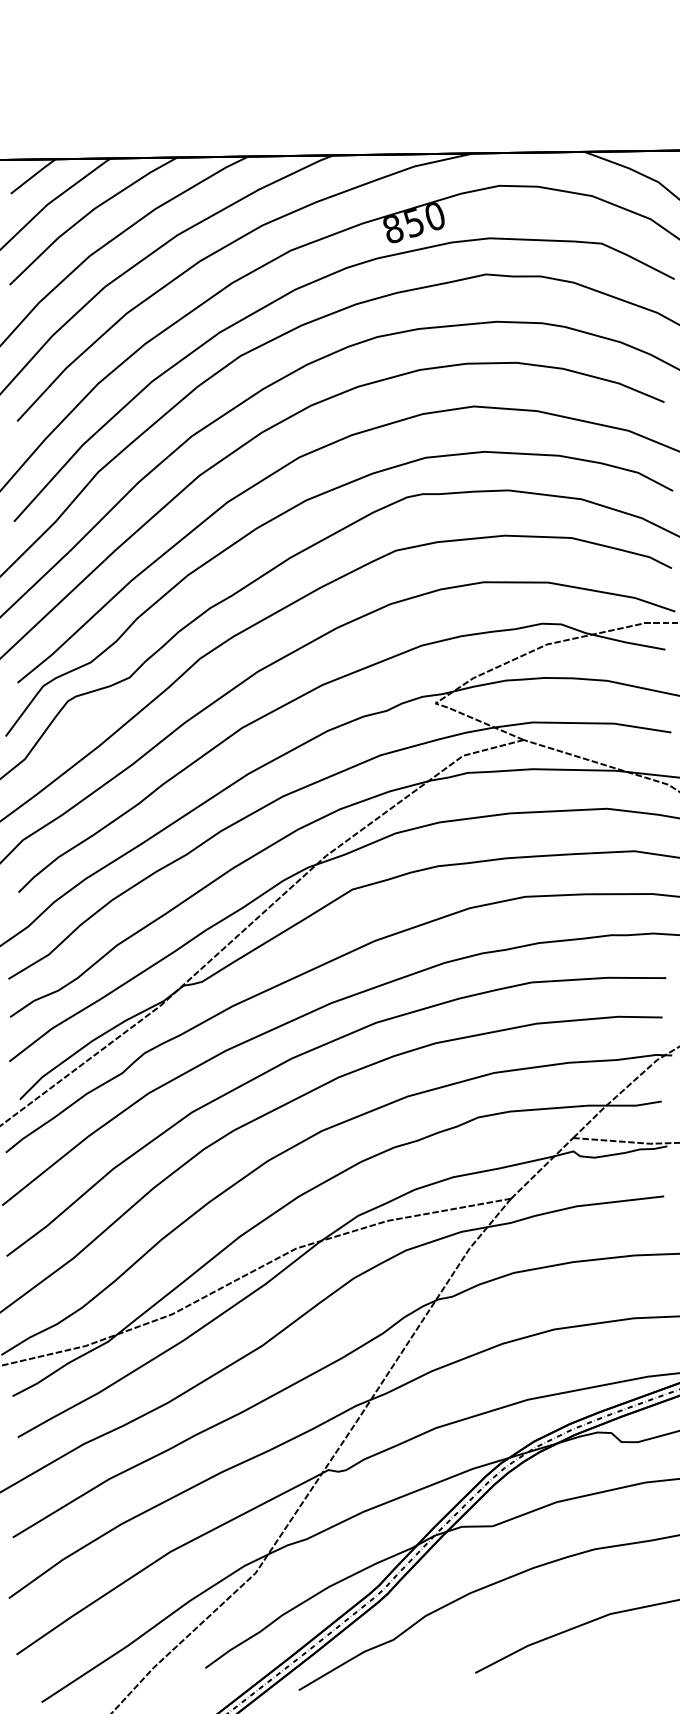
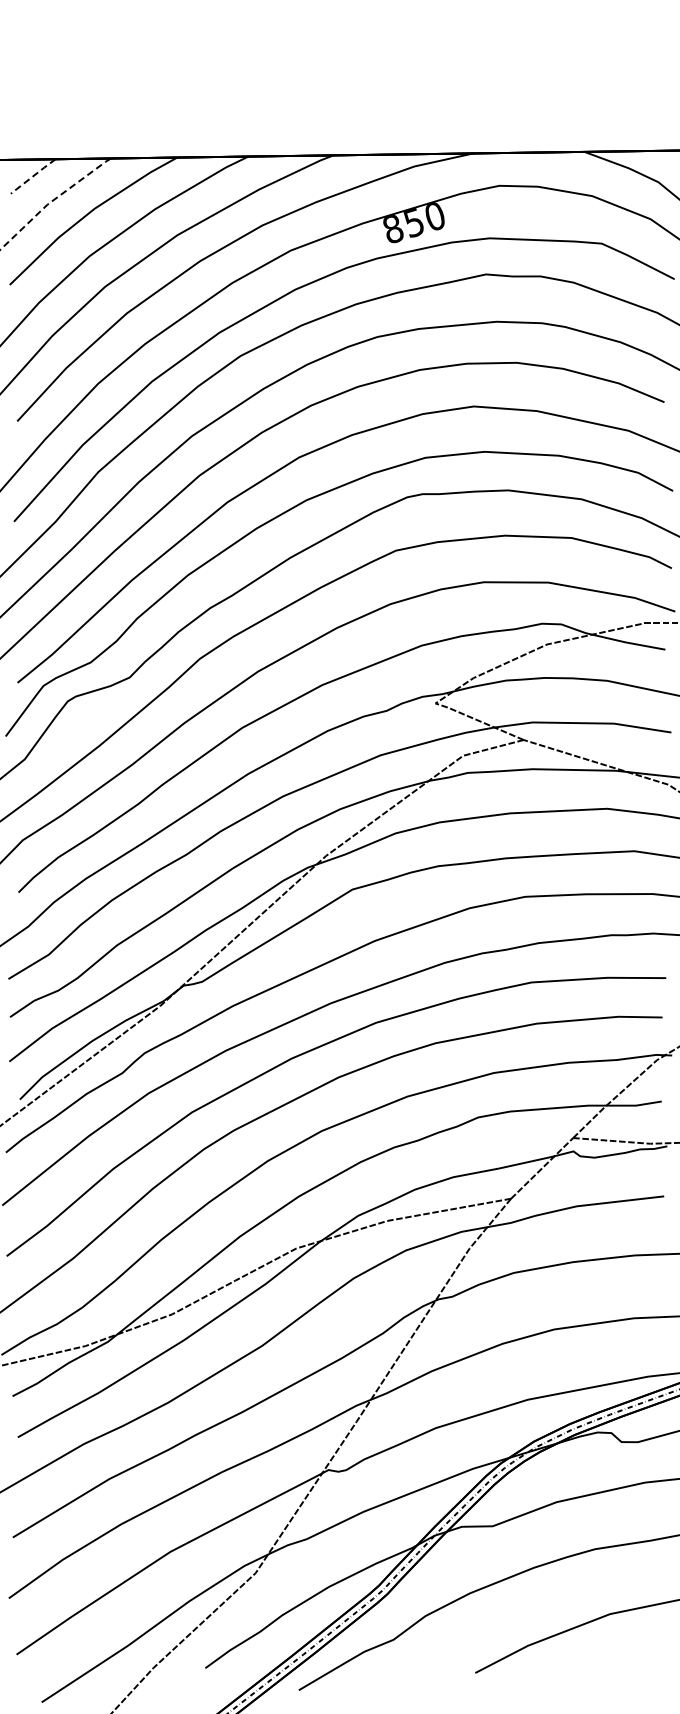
line at (33, 176): solid -> dashed
line at (53, 200): solid -> dashed
